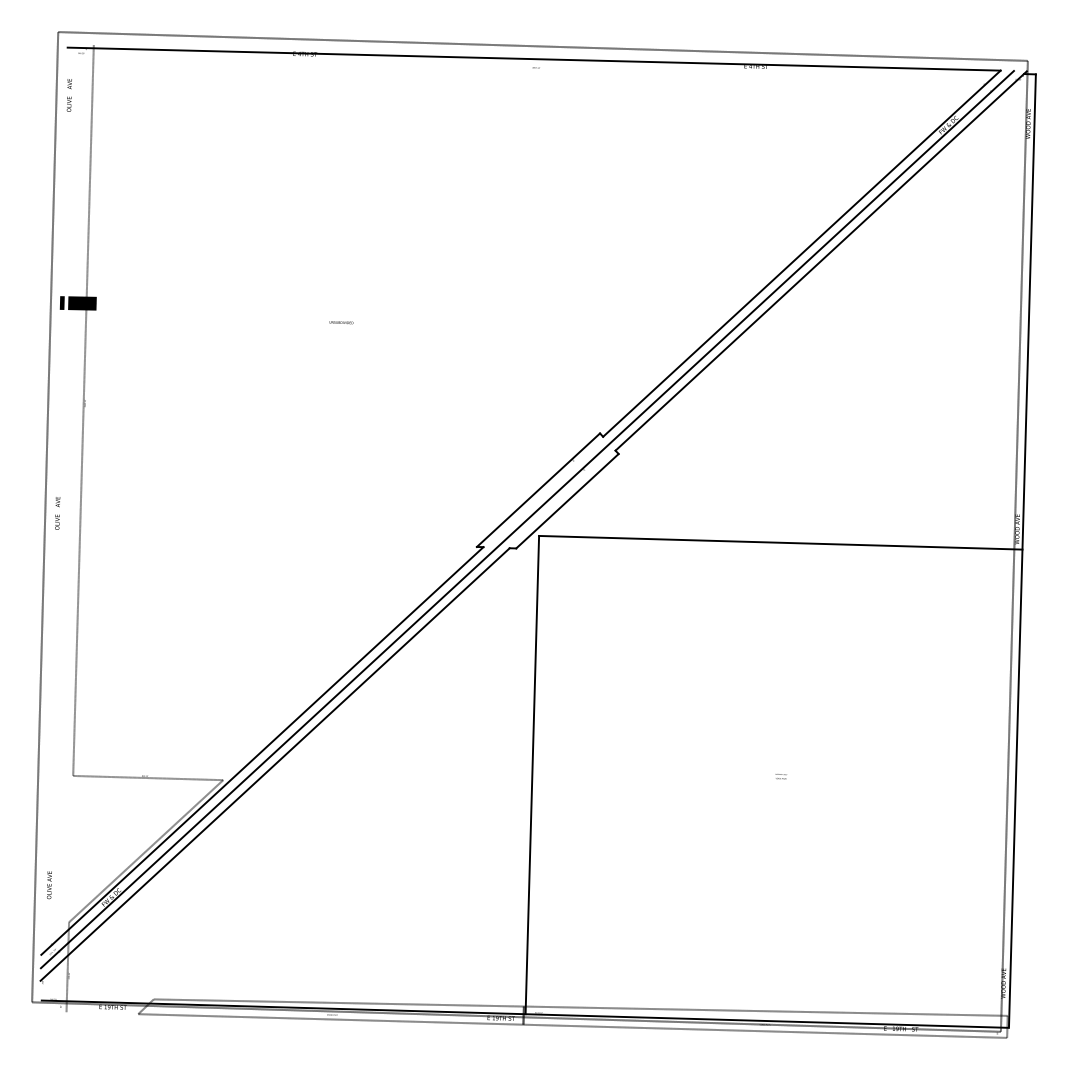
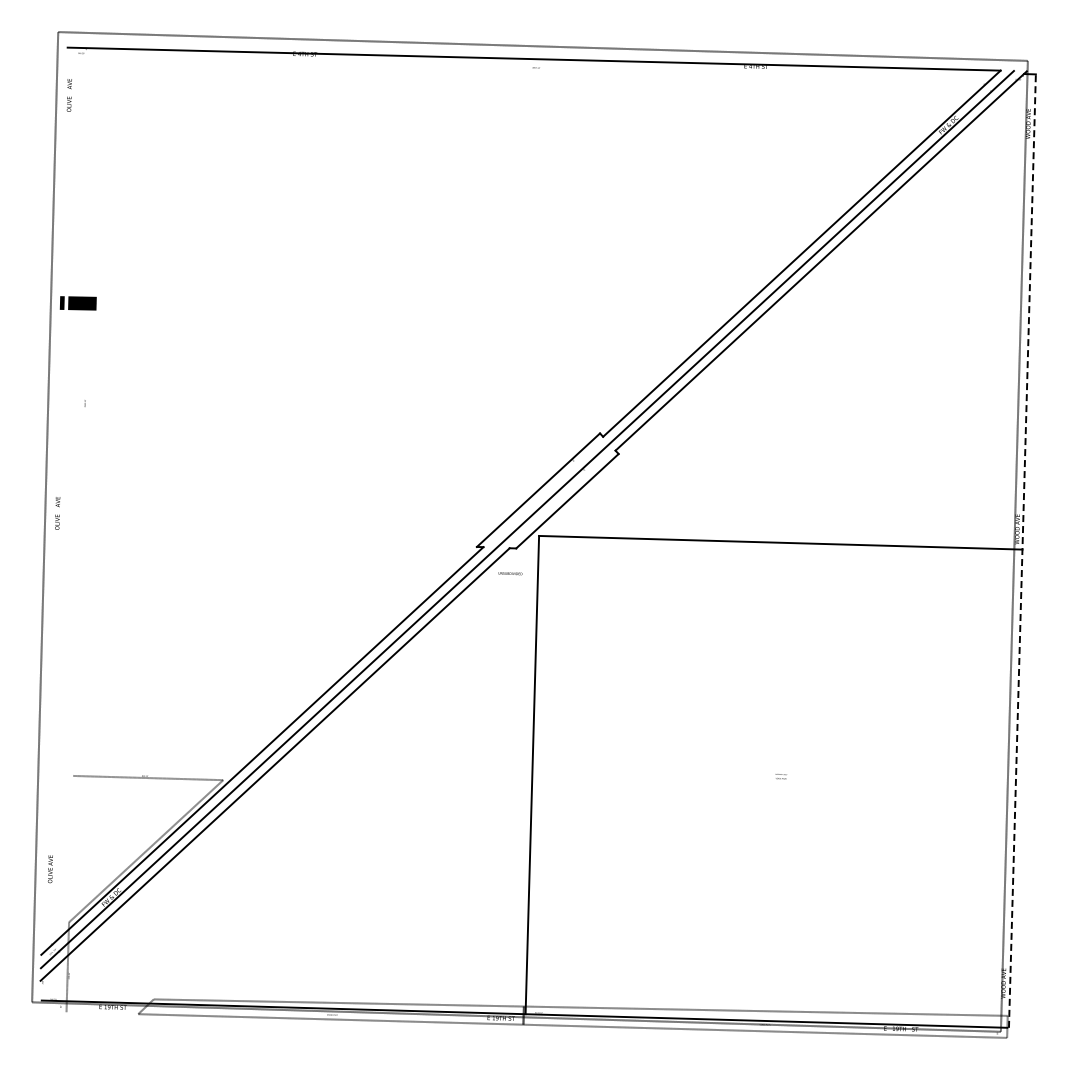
text at (341, 322) position: (341, 322) -> (510, 573)
line at (83, 410): present -> none
line at (1022, 551): solid -> dashed
text at (49, 885) position: (49, 885) -> (50, 869)
